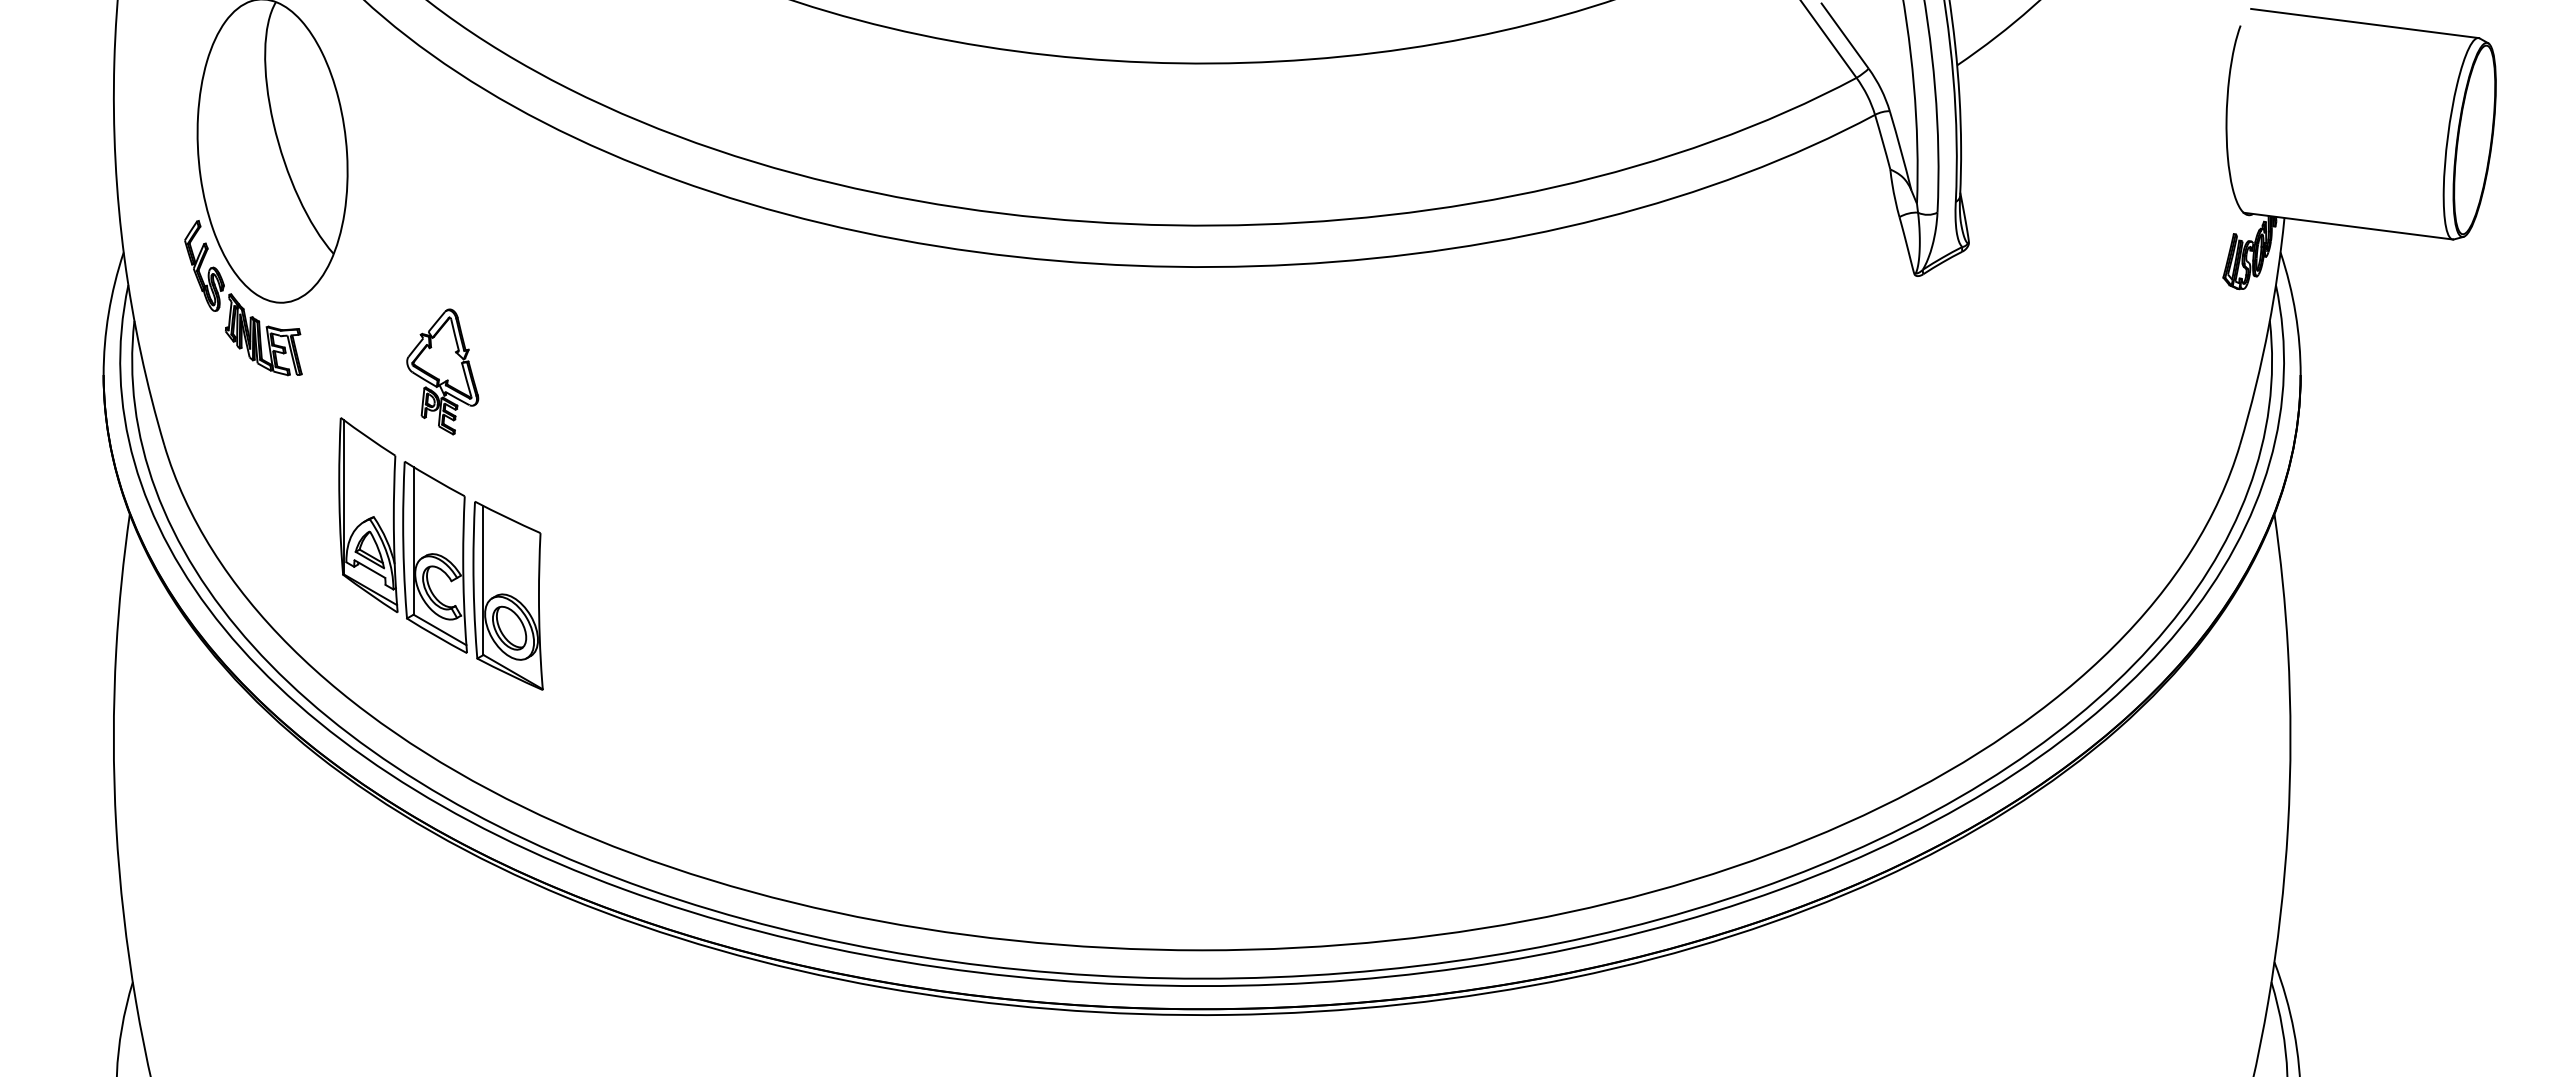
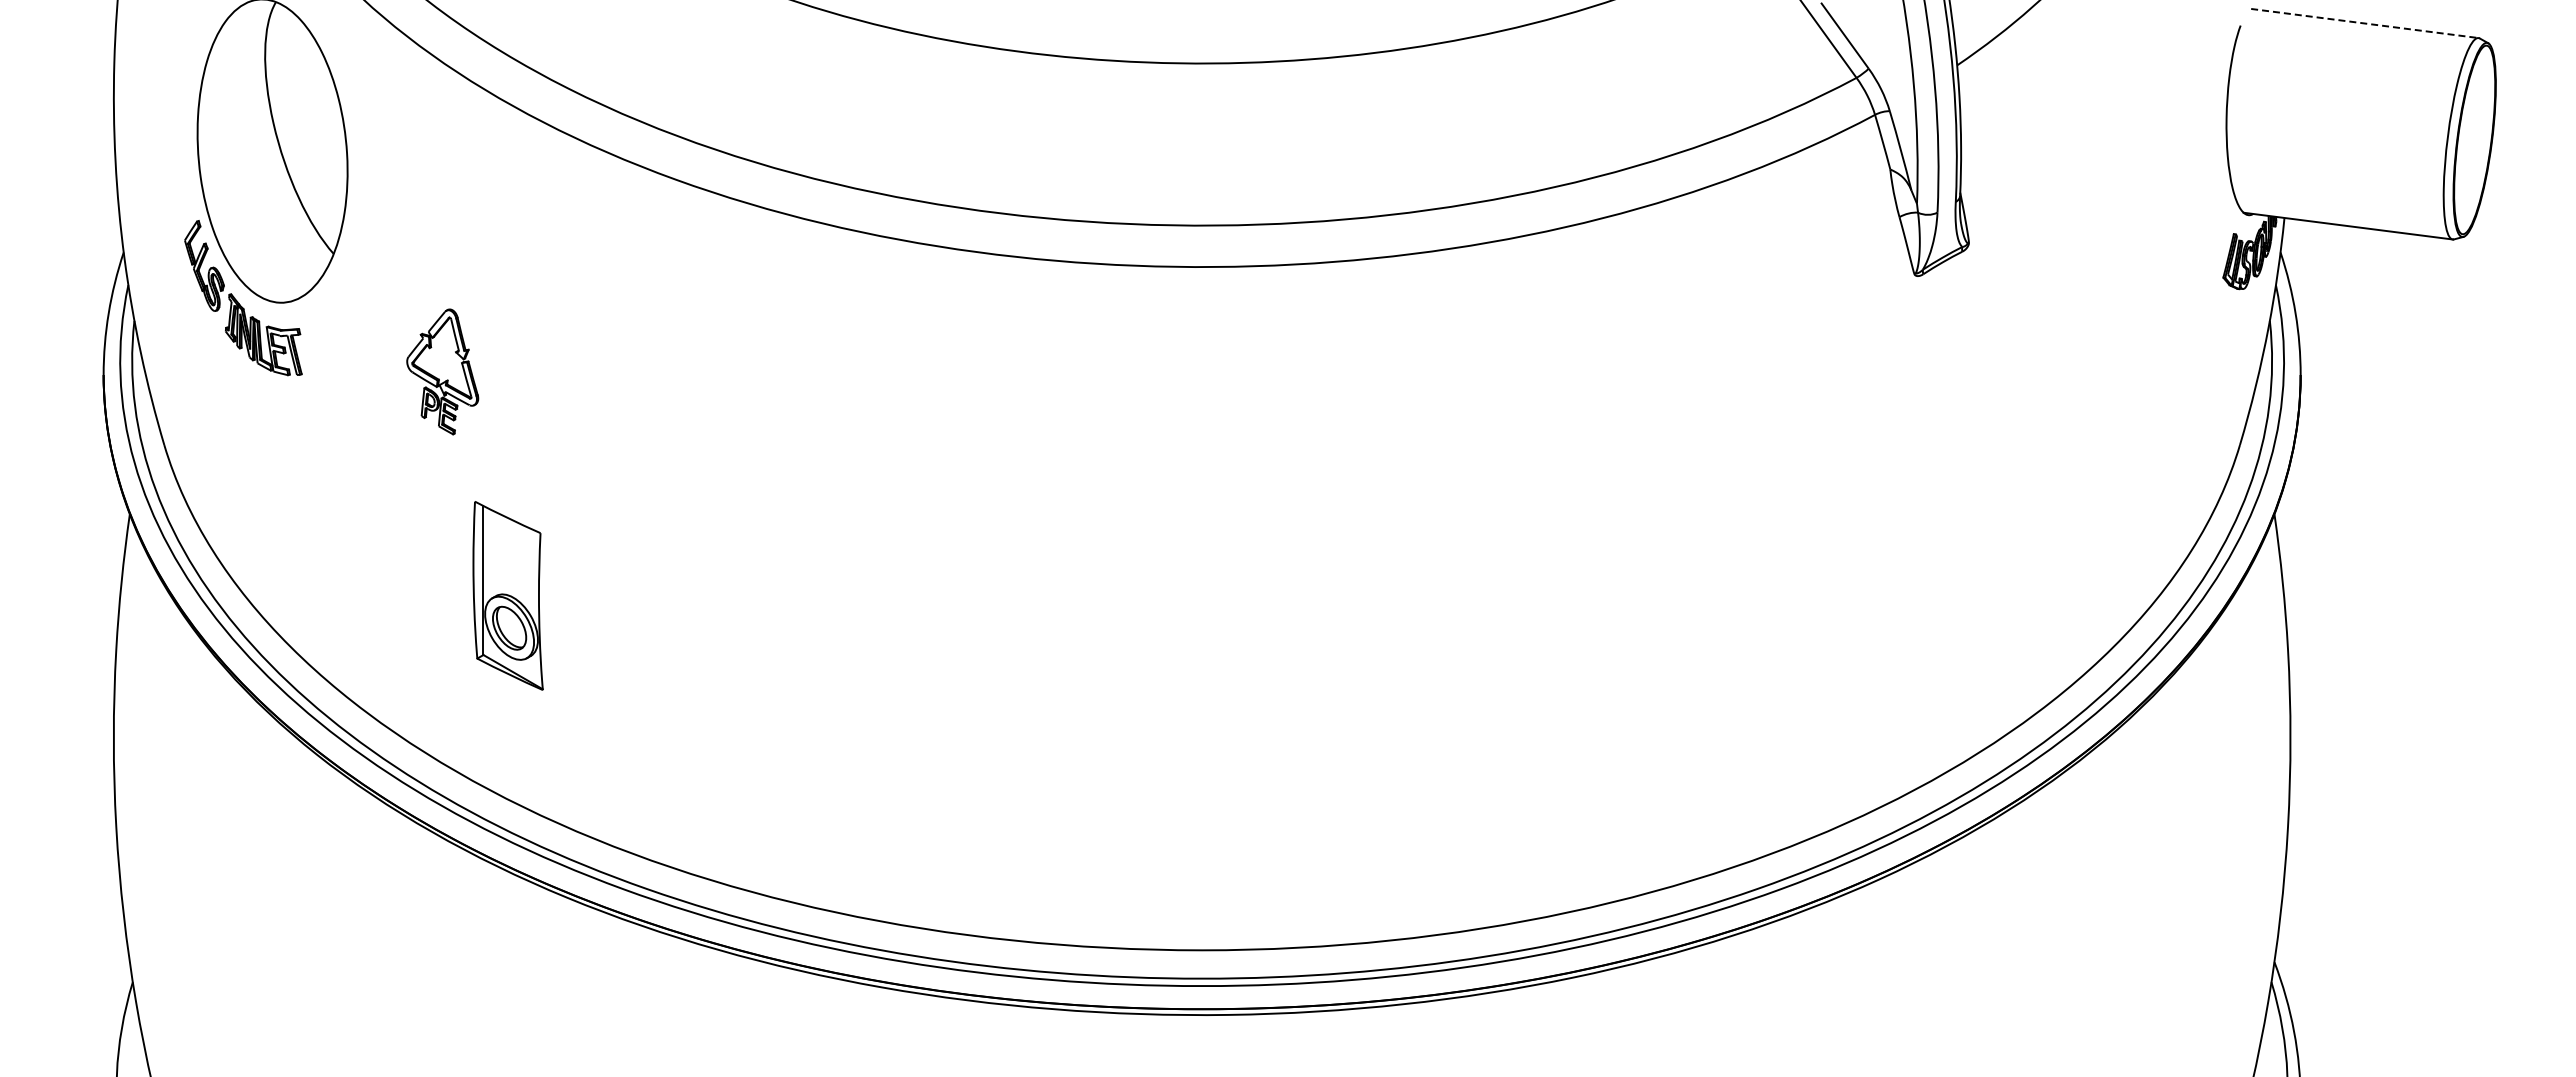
line at (2364, 23): solid -> dashed
part at (402, 535): present -> none
